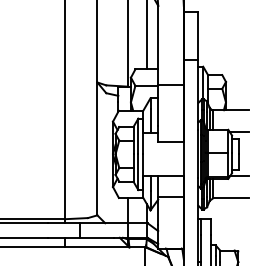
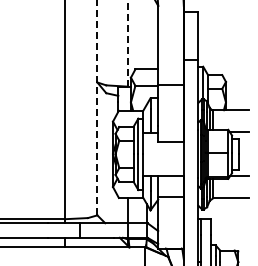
line at (146, 35): present -> none
line at (128, 43): solid -> dashed
line at (97, 107): solid -> dashed
